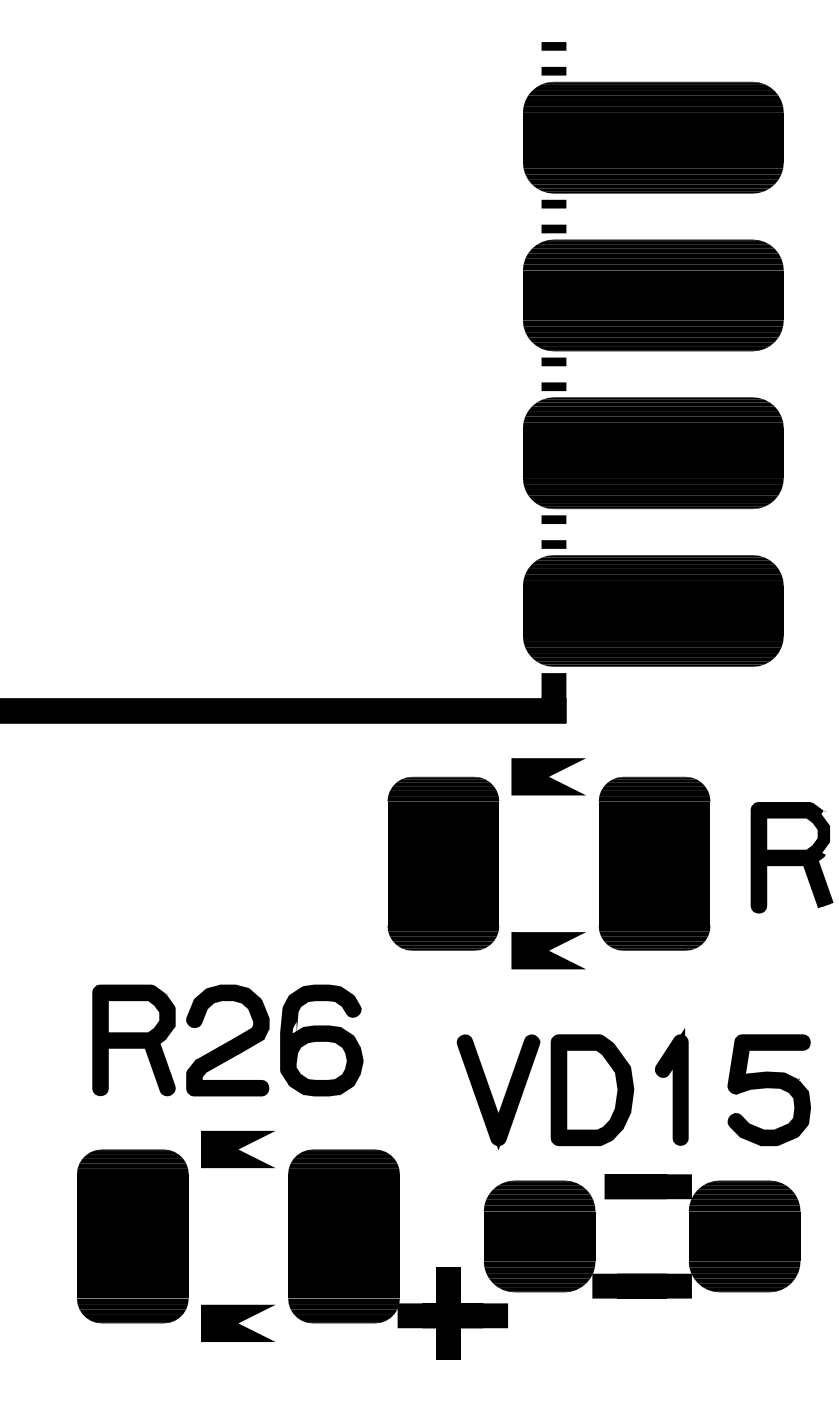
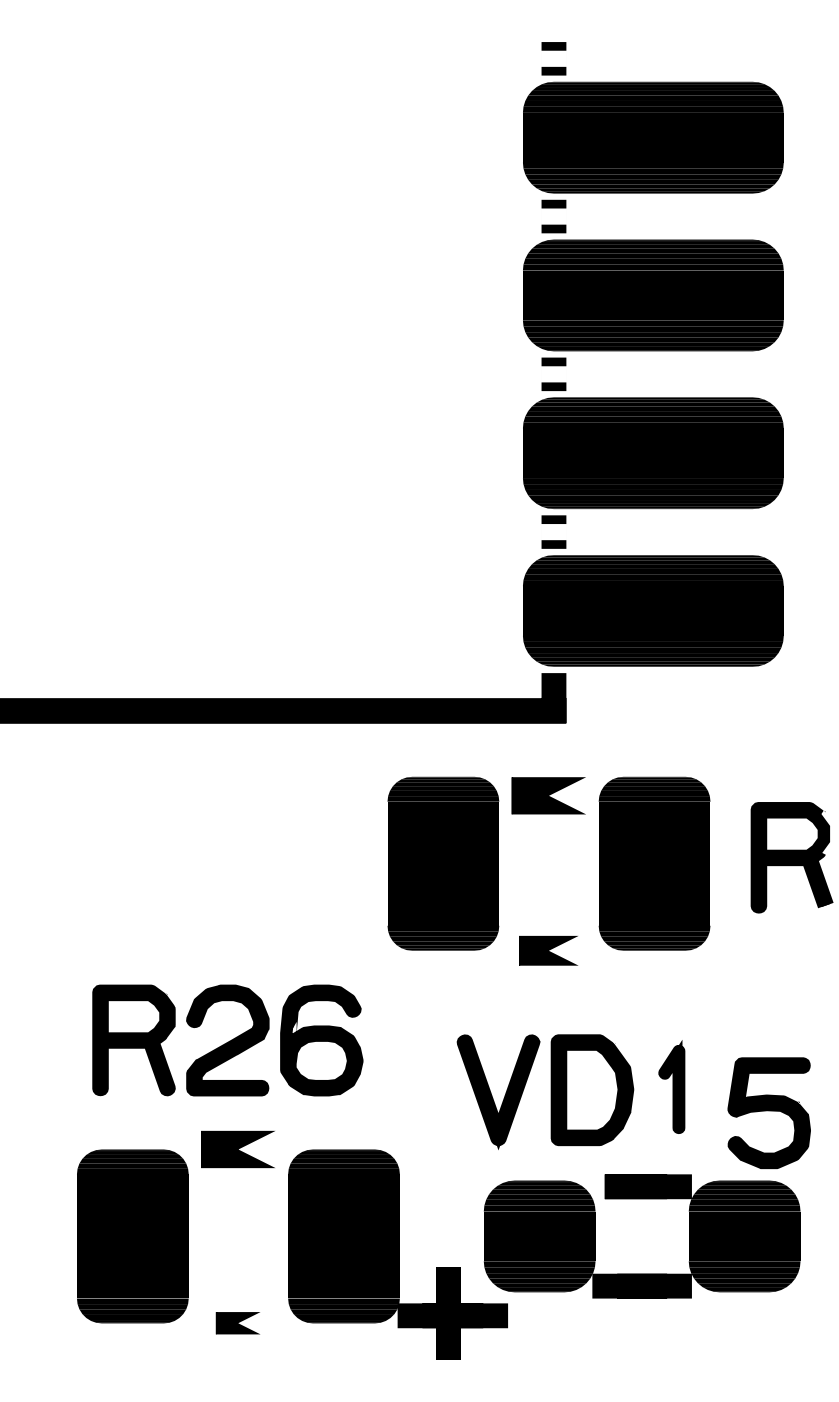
part at (548, 776) position: (548, 776) -> (548, 795)
part at (548, 950) size: 75x38 px -> 60x30 px
part at (671, 1086) size: 34x118 px -> 28x94 px
part at (768, 1090) position: (768, 1090) -> (768, 1113)
part at (237, 1322) size: 74x38 px -> 45x23 px
